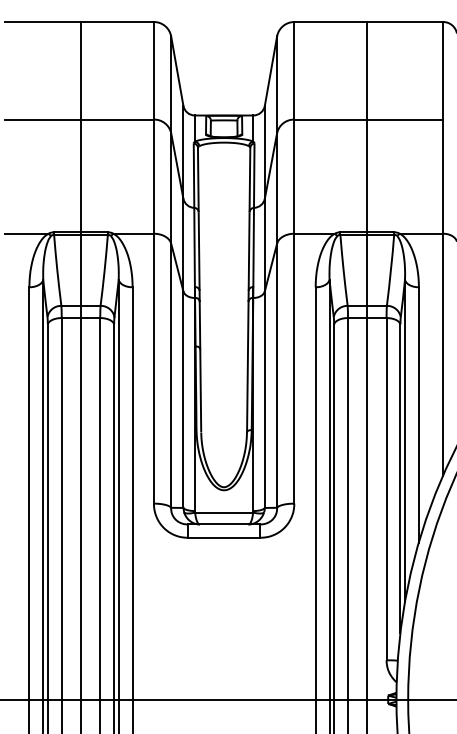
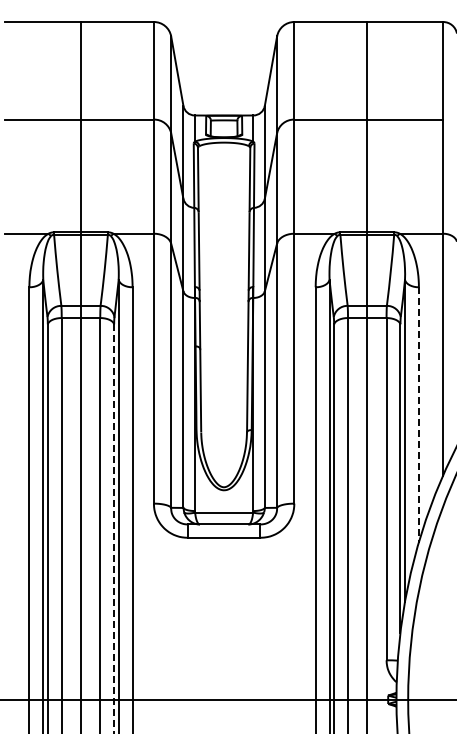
line at (418, 415): solid -> dashed
line at (114, 529): solid -> dashed
